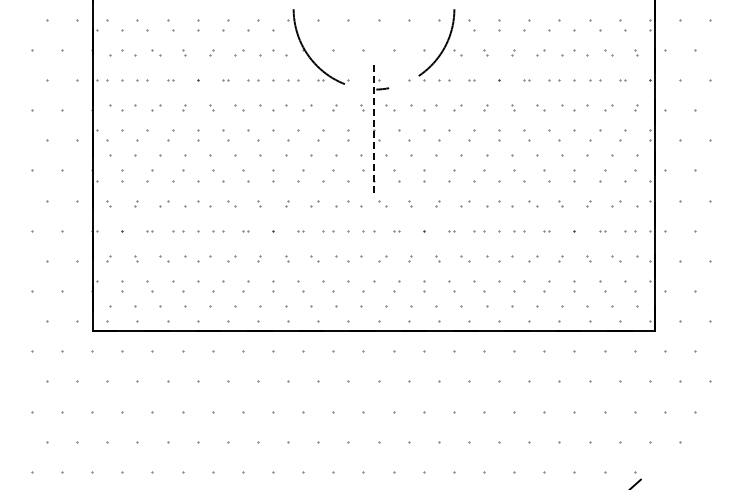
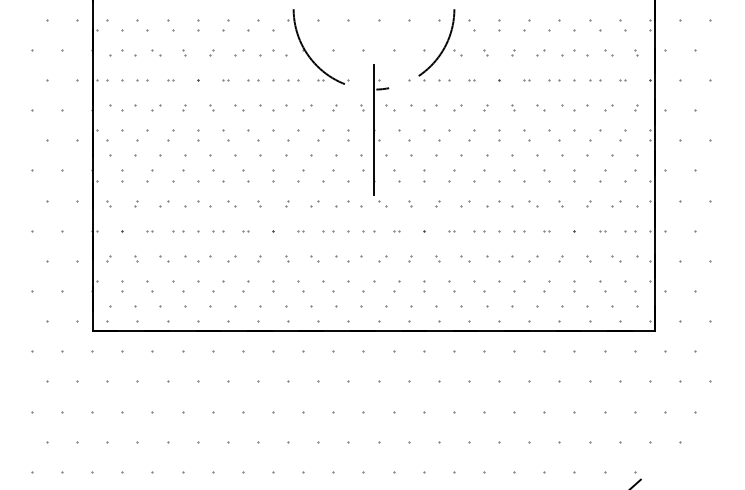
line at (374, 129): dashed -> solid
